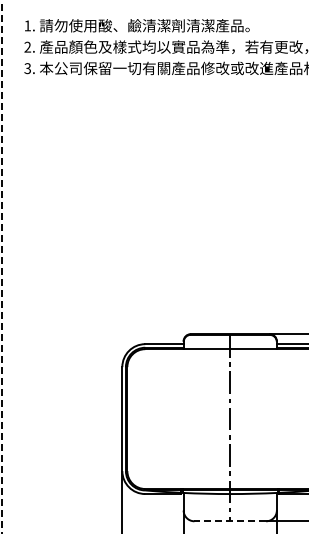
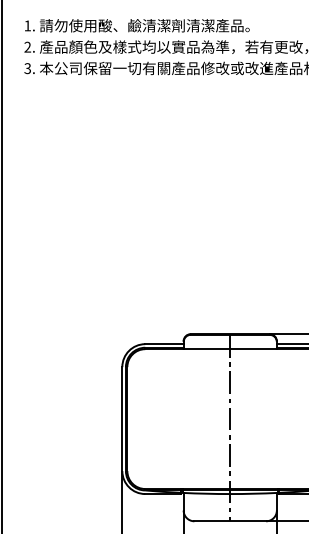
line at (2, 266): dashed -> solid
line at (230, 521): dashed -> solid
